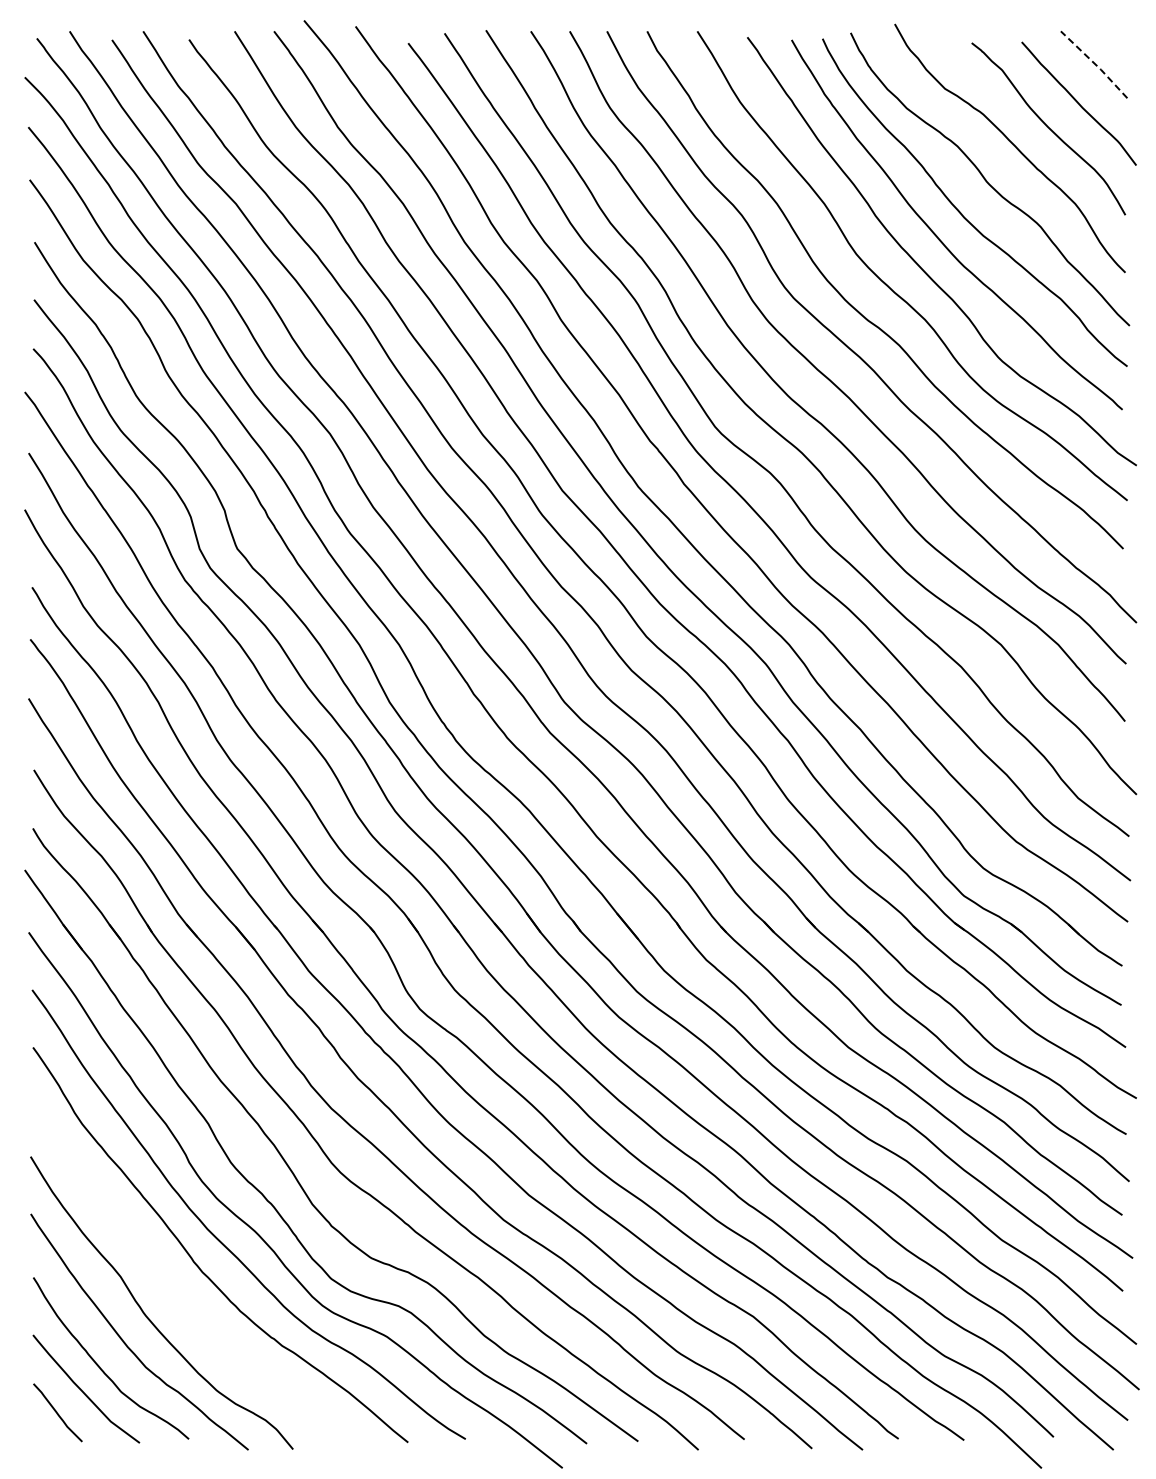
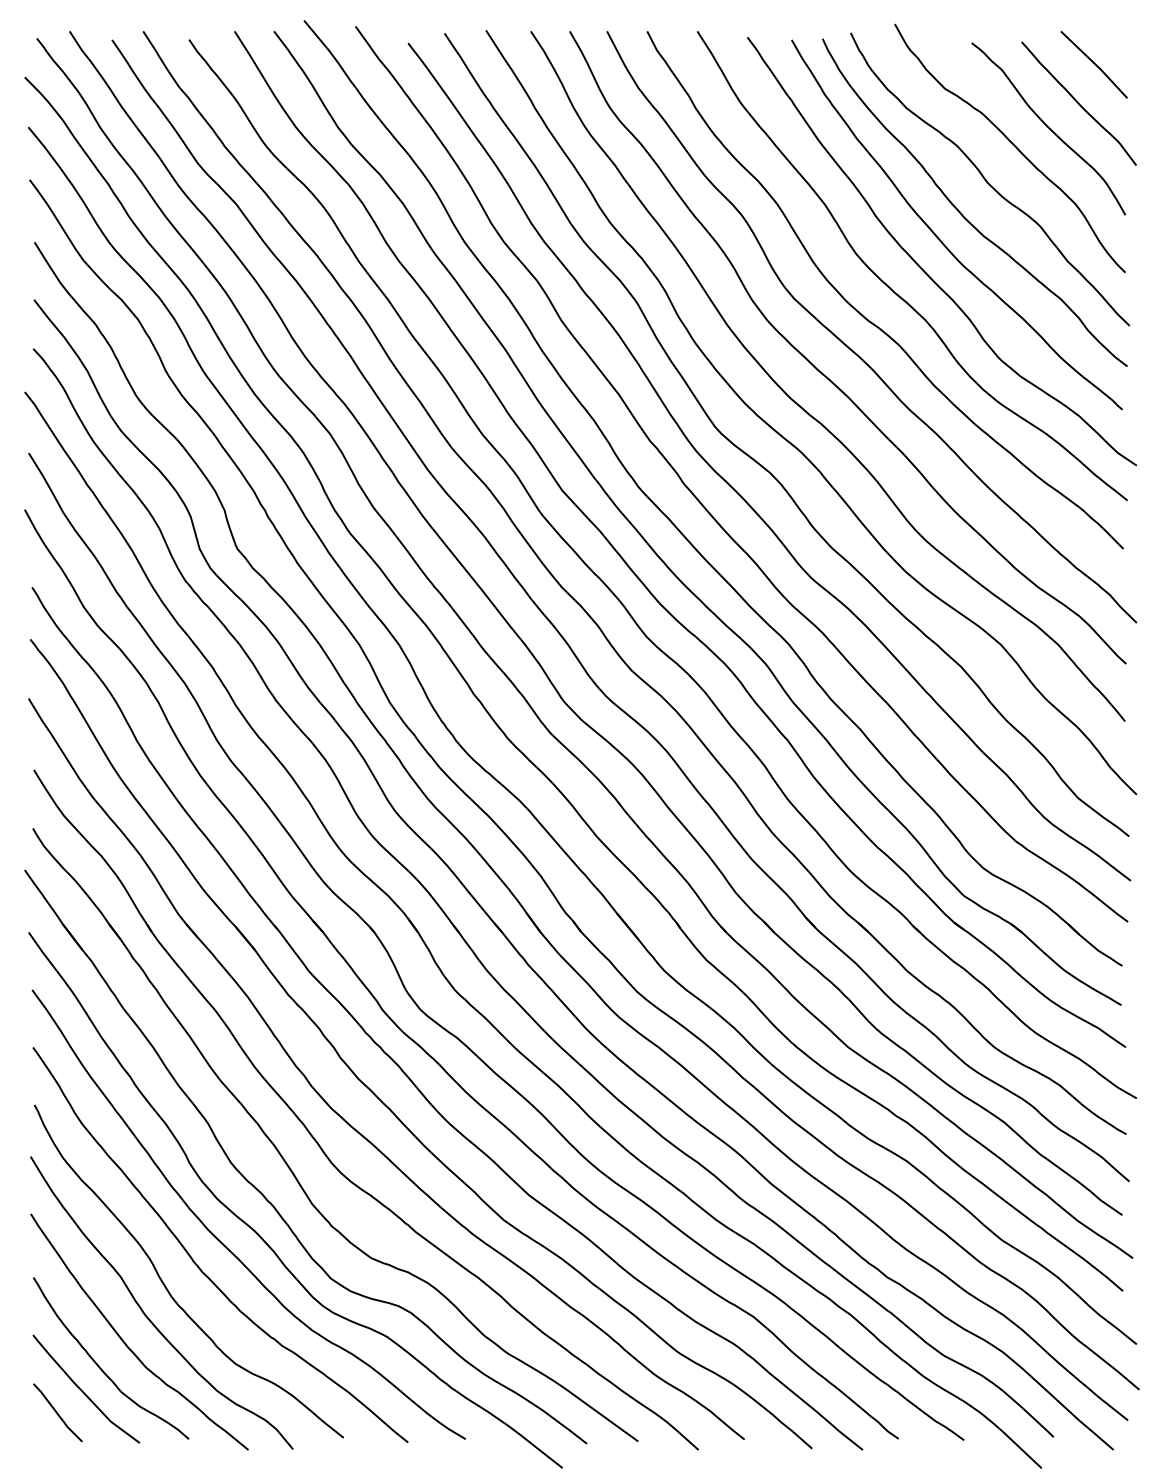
line at (1095, 64): dashed -> solid
curve at (165, 1284): none -> present
